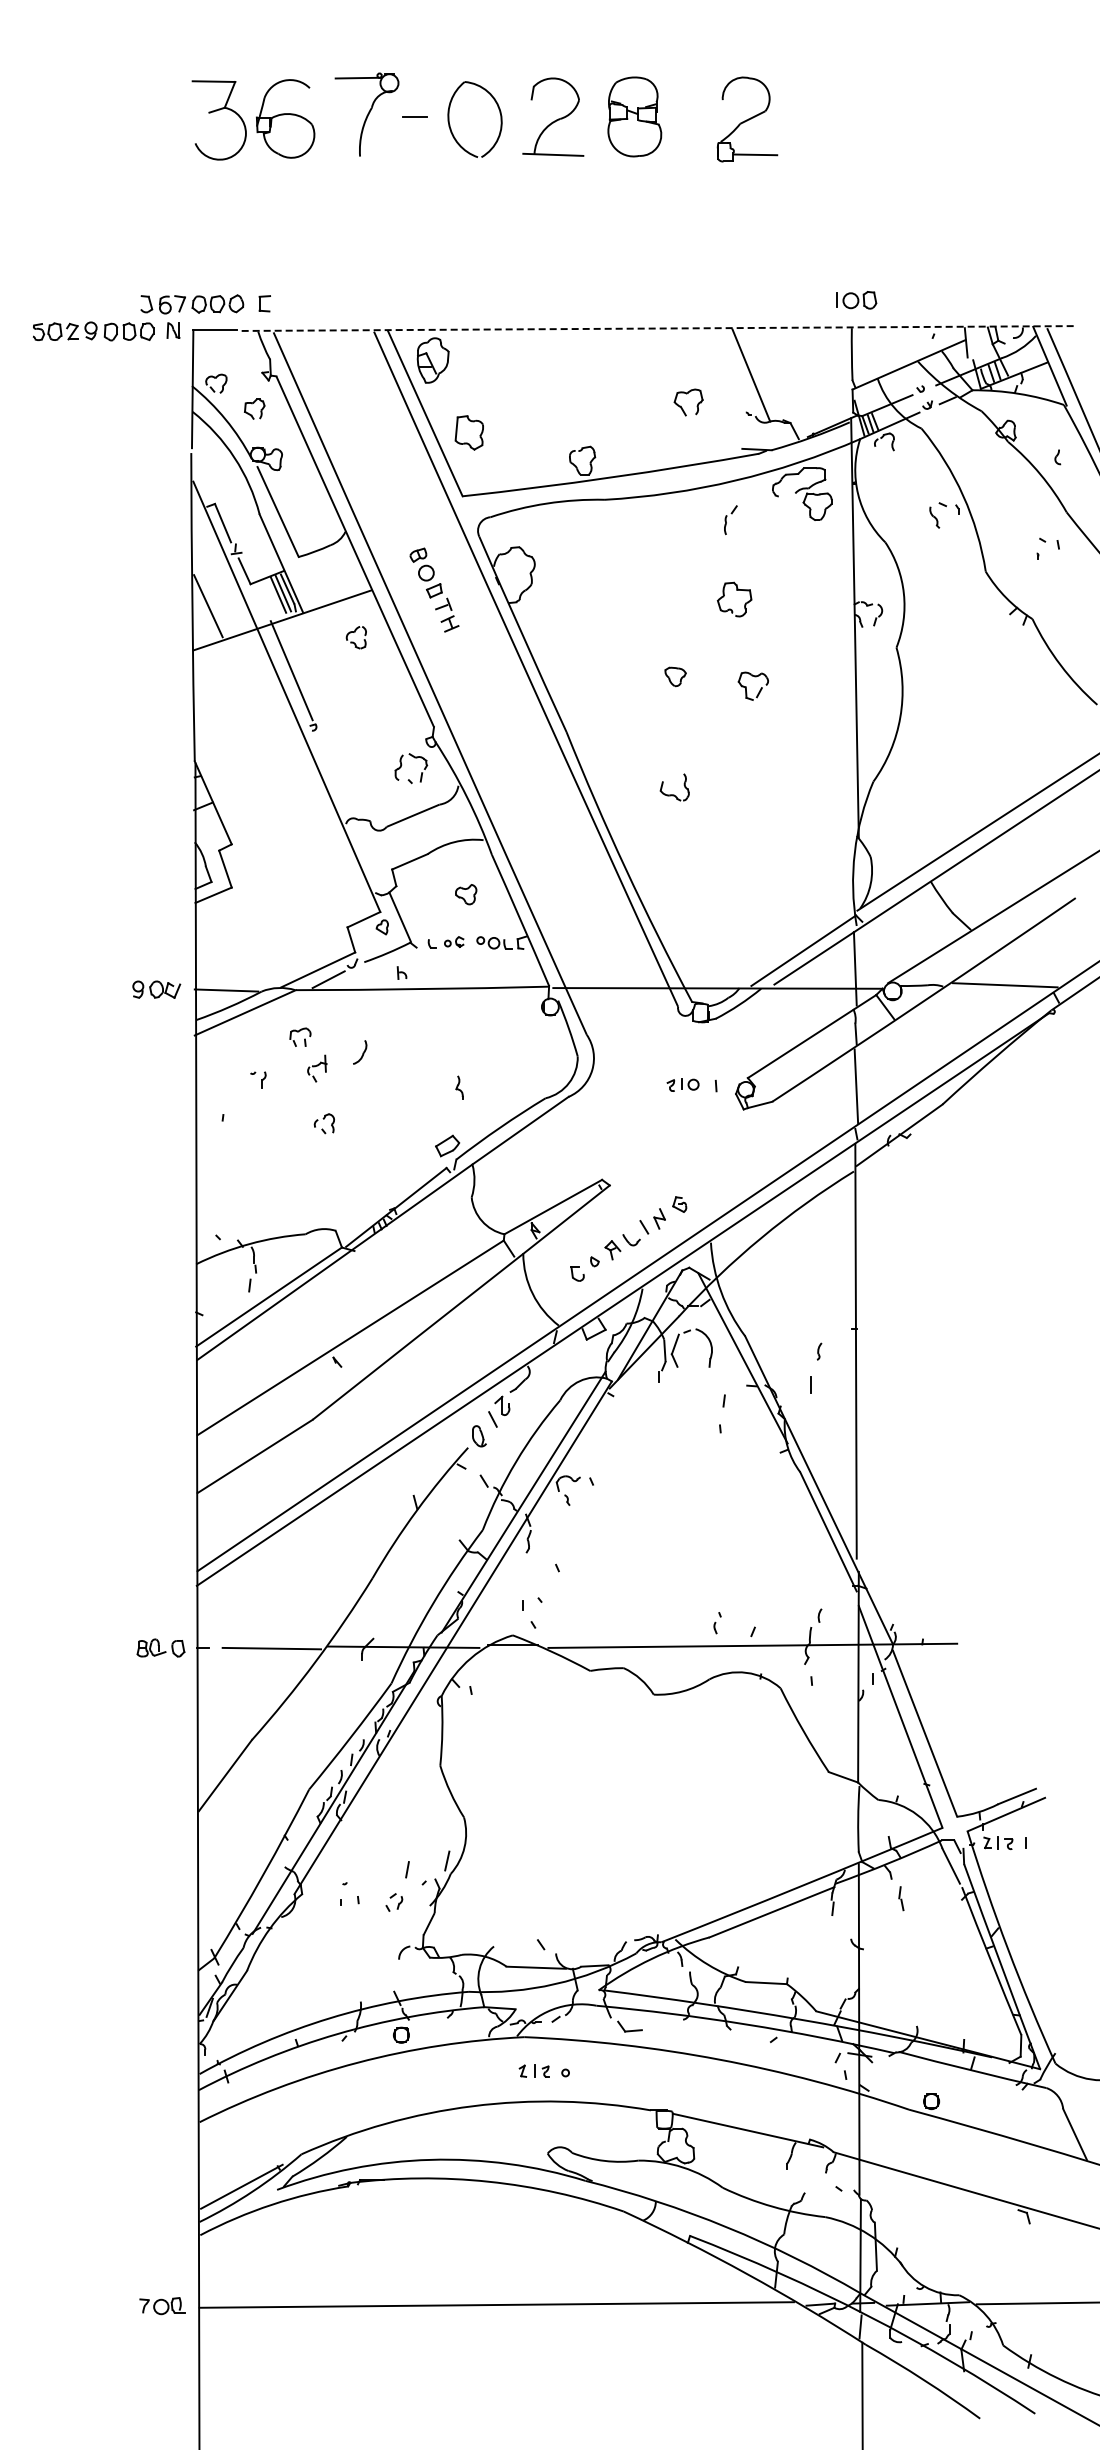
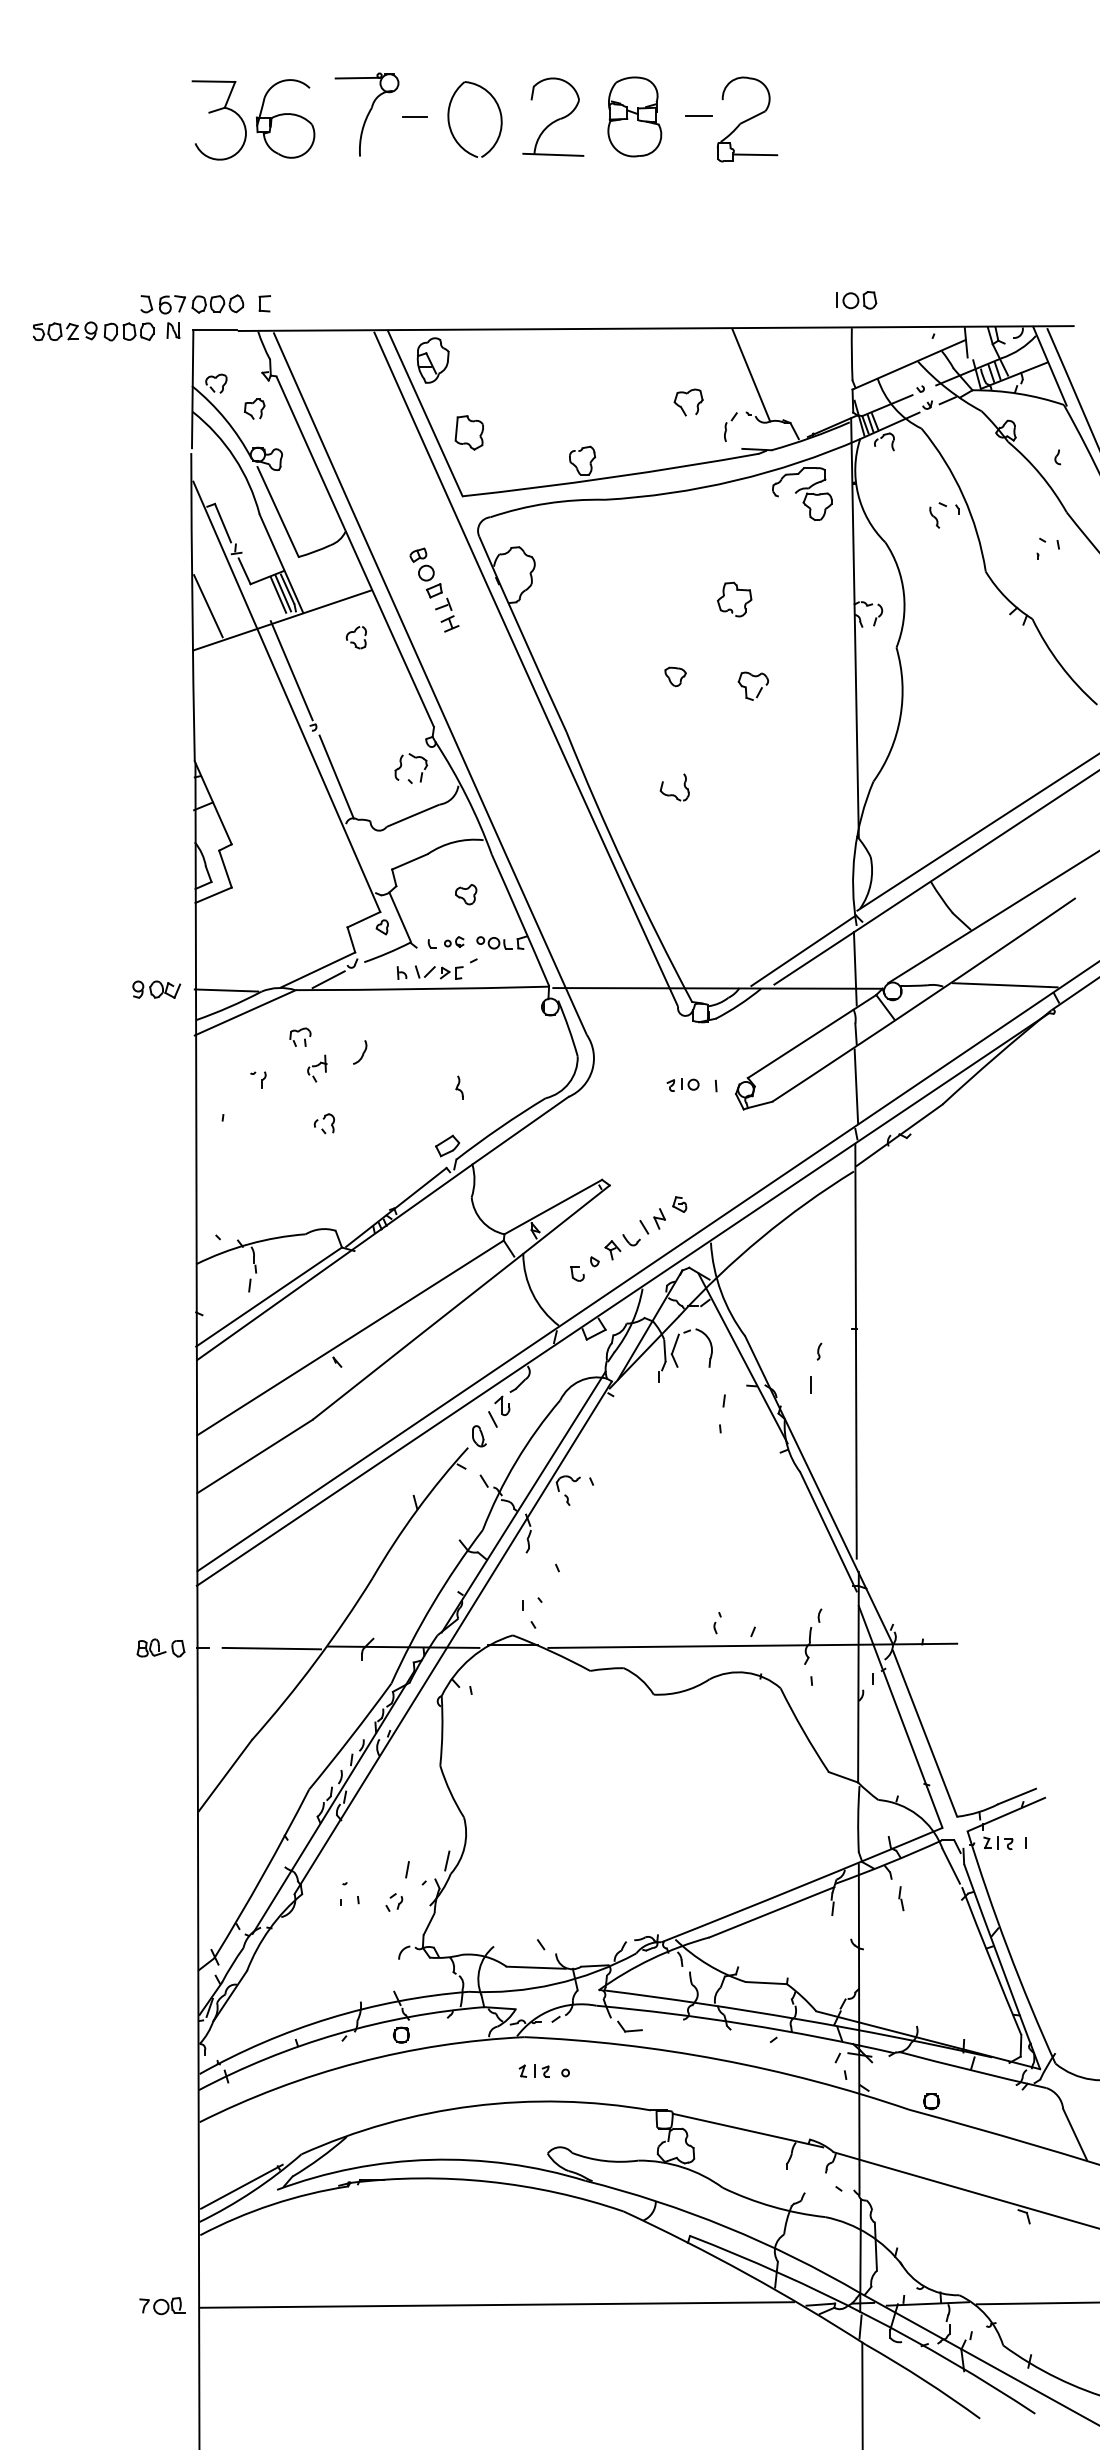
line at (698, 116): none -> present
line at (655, 328): dashed -> solid
part at (730, 520) position: (730, 520) -> (730, 427)
line at (336, 776): none -> present
part at (446, 968): none -> present
